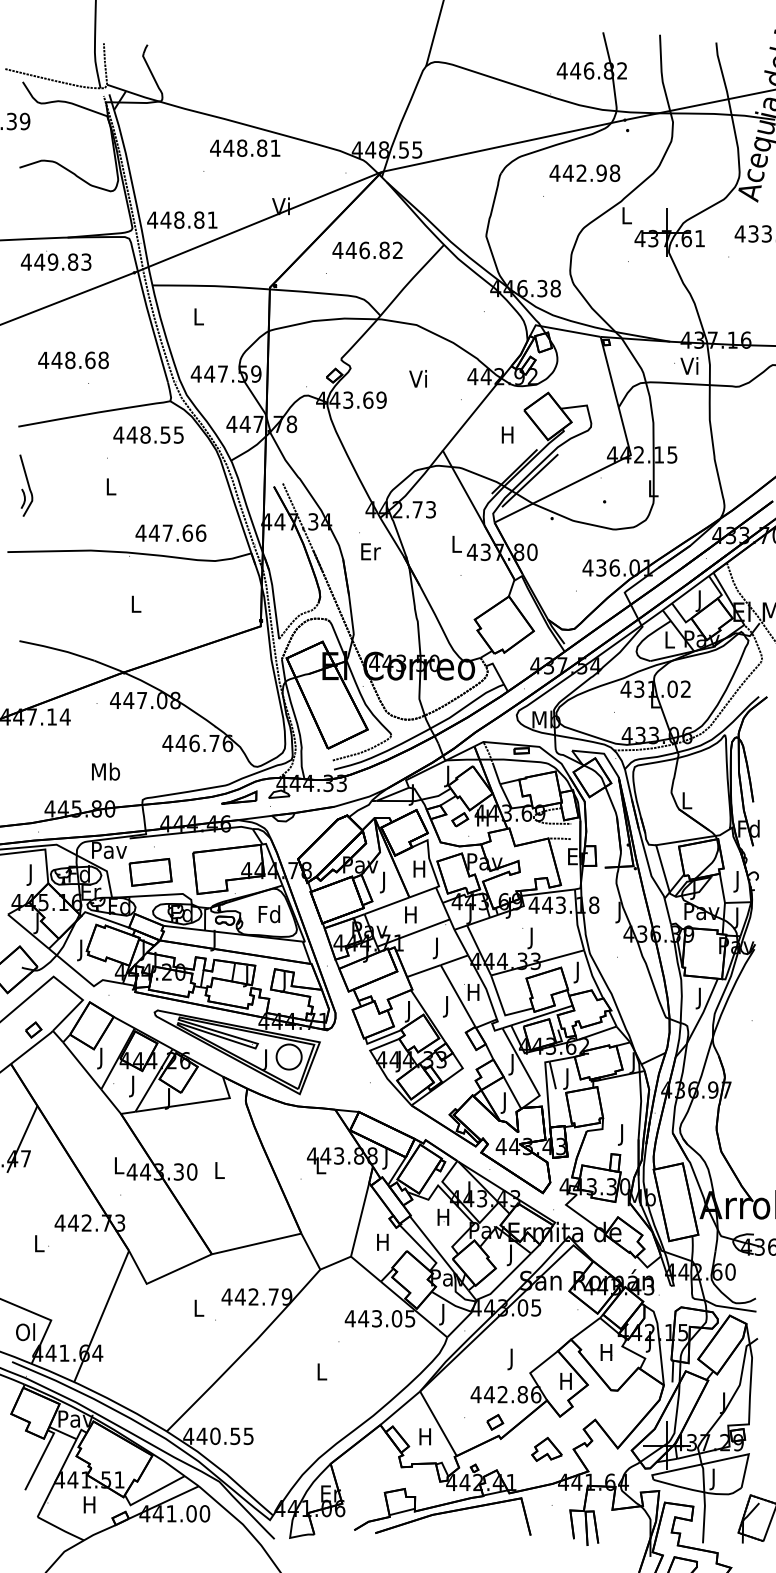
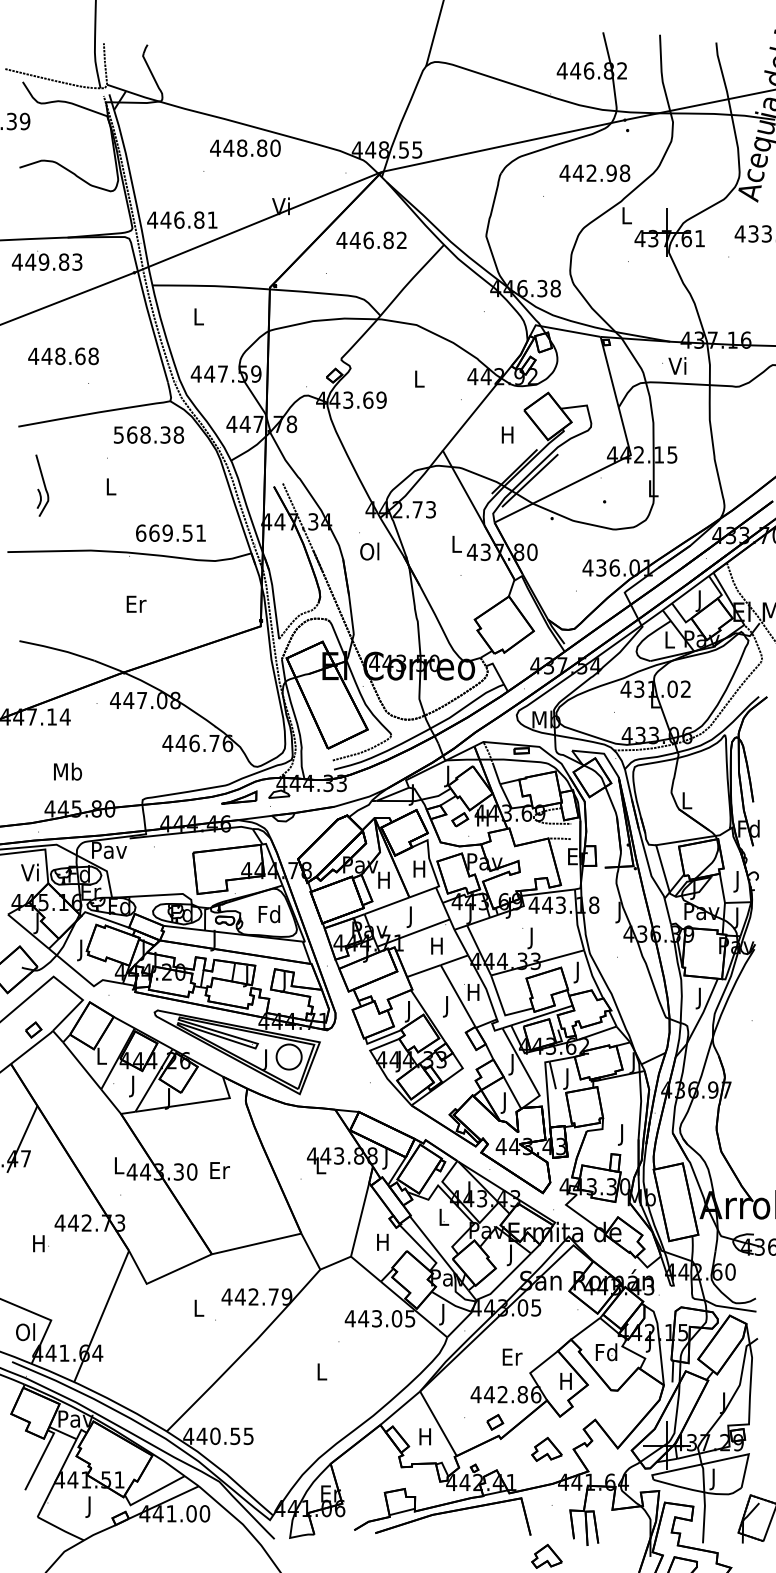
text at (275, 147): 448.81 -> 448.80
text at (584, 172) position: (584, 172) -> (594, 172)
text at (179, 219): 448.81 -> 446.81
text at (367, 250) position: (367, 250) -> (371, 240)
text at (55, 260) position: (55, 260) -> (46, 260)
text at (73, 360) position: (73, 360) -> (63, 356)
text at (686, 365) position: (686, 365) -> (674, 365)
text at (417, 378): Vi -> L
text at (148, 434): 448.55 -> 568.38
part at (26, 485) position: (26, 485) -> (42, 485)
text at (170, 532): 447.66 -> 669.51
text at (370, 551): Er -> Ol
text at (136, 603): L -> Er
text at (105, 771) position: (105, 771) -> (67, 771)
part at (150, 872): present -> none
text at (29, 874): J -> Vi
text at (383, 882): J -> H
text at (410, 916): H -> J
text at (436, 948): J -> H
text at (101, 1058): J -> L
text at (219, 1170): L -> Er
text at (443, 1216): H -> L
text at (38, 1243): L -> H
text at (606, 1352): H -> Fd
text at (512, 1359): J -> Er
text at (89, 1506): H -> J
part at (546, 1556): none -> present
